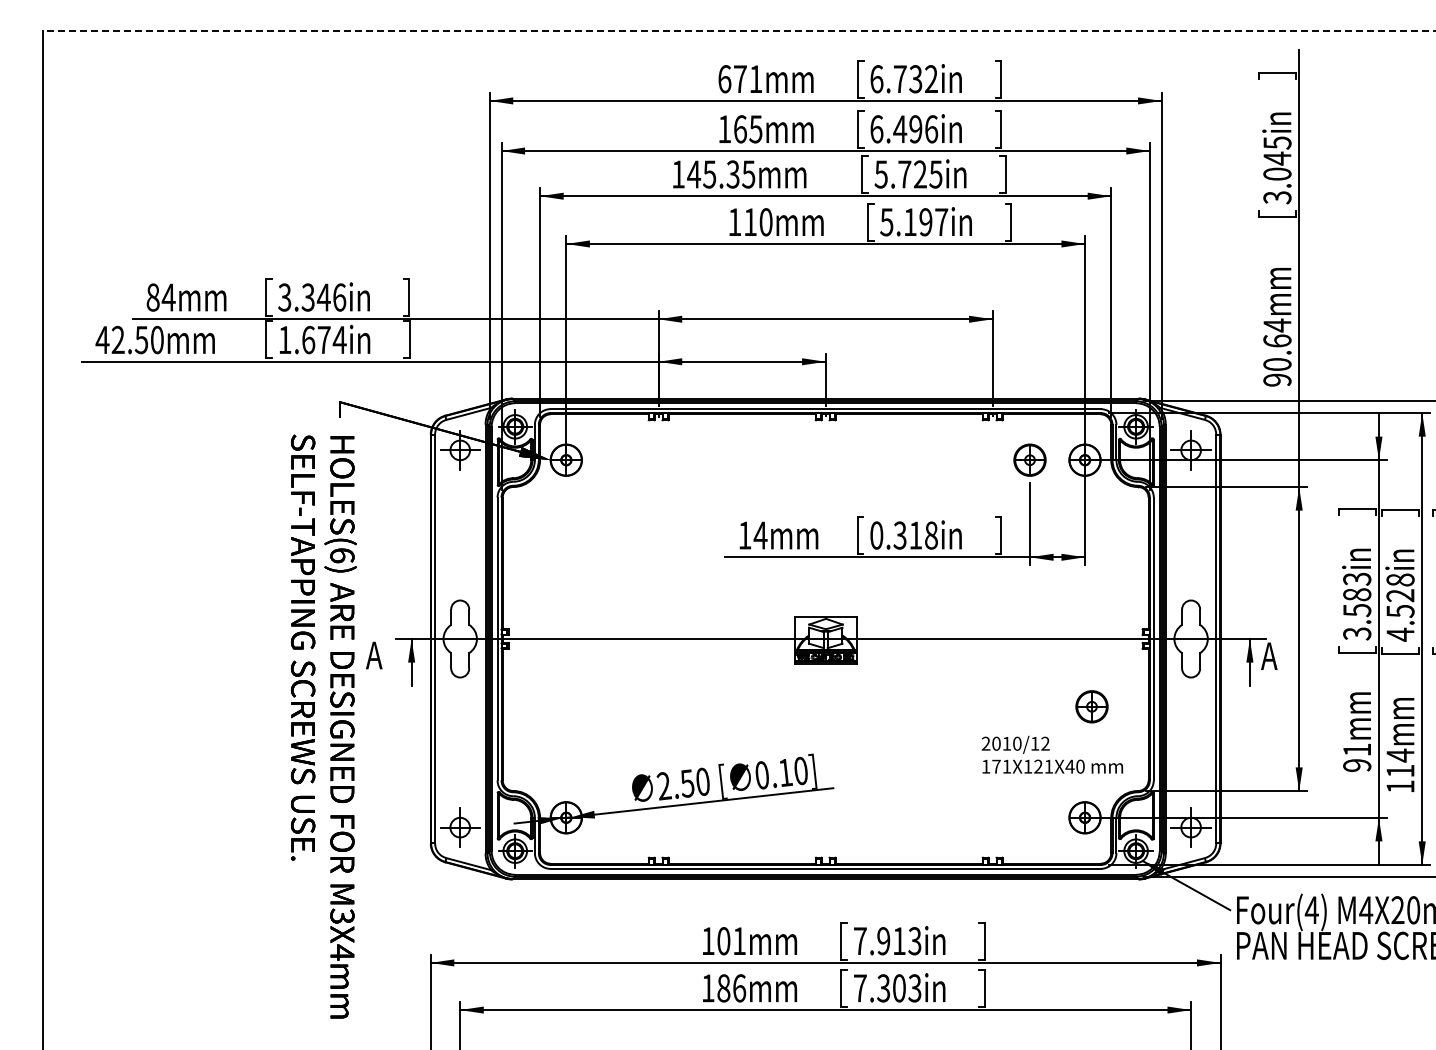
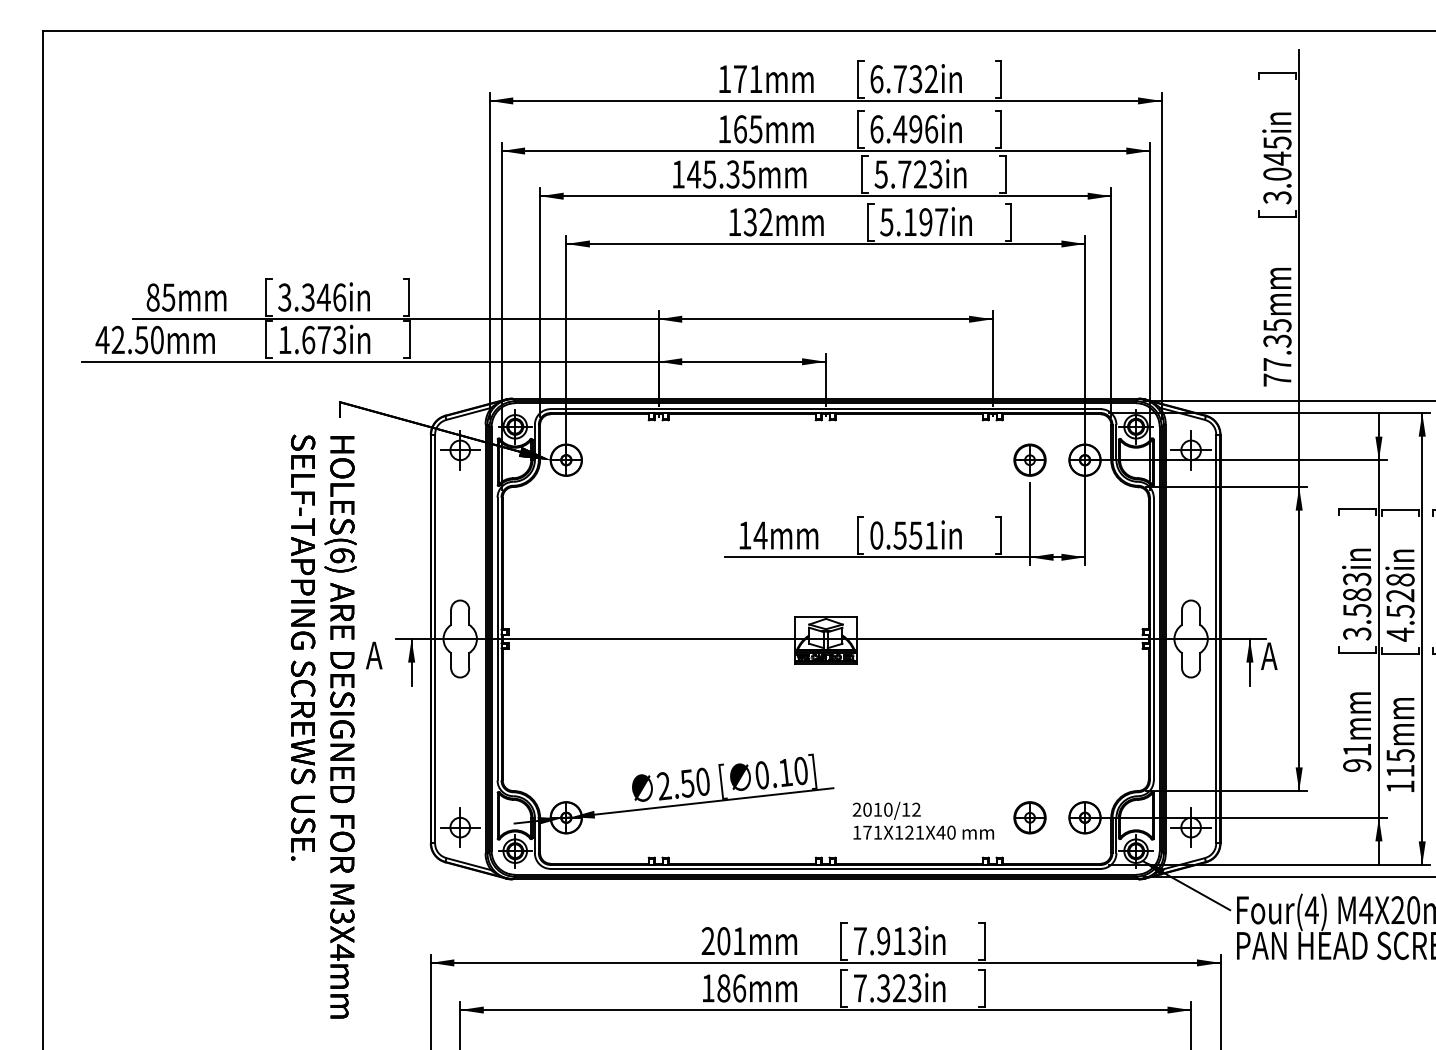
line at (739, 31): dashed -> solid
text at (724, 79): 671mm -> 171mm
text at (935, 174): 5.725in -> 5.723in
text at (757, 222): 110mm -> 132mm
text at (168, 297): 84mm -> 85mm
text at (339, 339): 1.674in -> 1.673in
text at (1277, 352): 90.64mm -> 77.35mm
text at (915, 535): 0.318in -> 0.551in
part at (1091, 706) position: (1091, 706) -> (1029, 817)
text at (1051, 754) position: (1051, 754) -> (922, 820)
text at (1400, 755): 114mm -> 115mm
text at (707, 940): 101mm -> 201mm
text at (899, 988): 7.303in -> 7.323in
